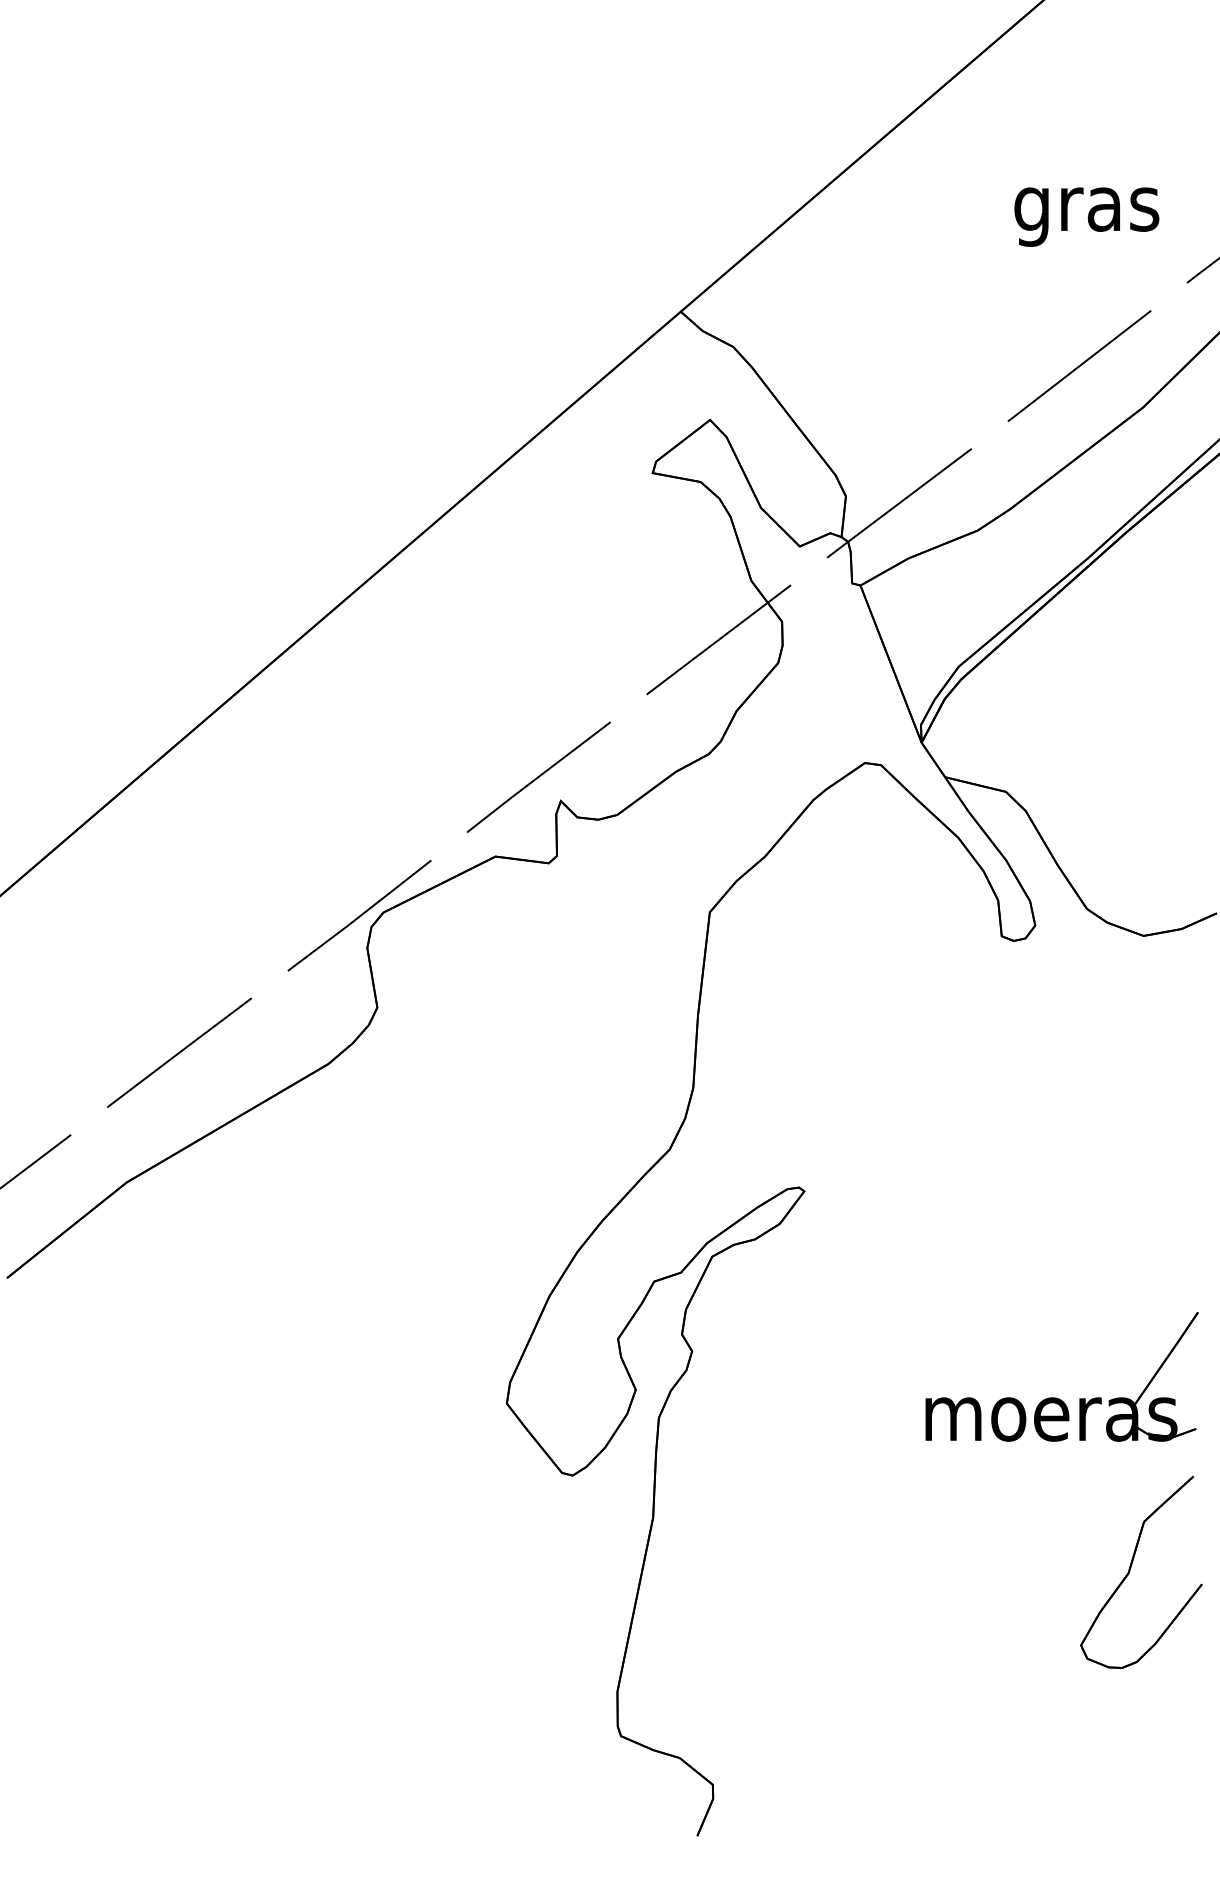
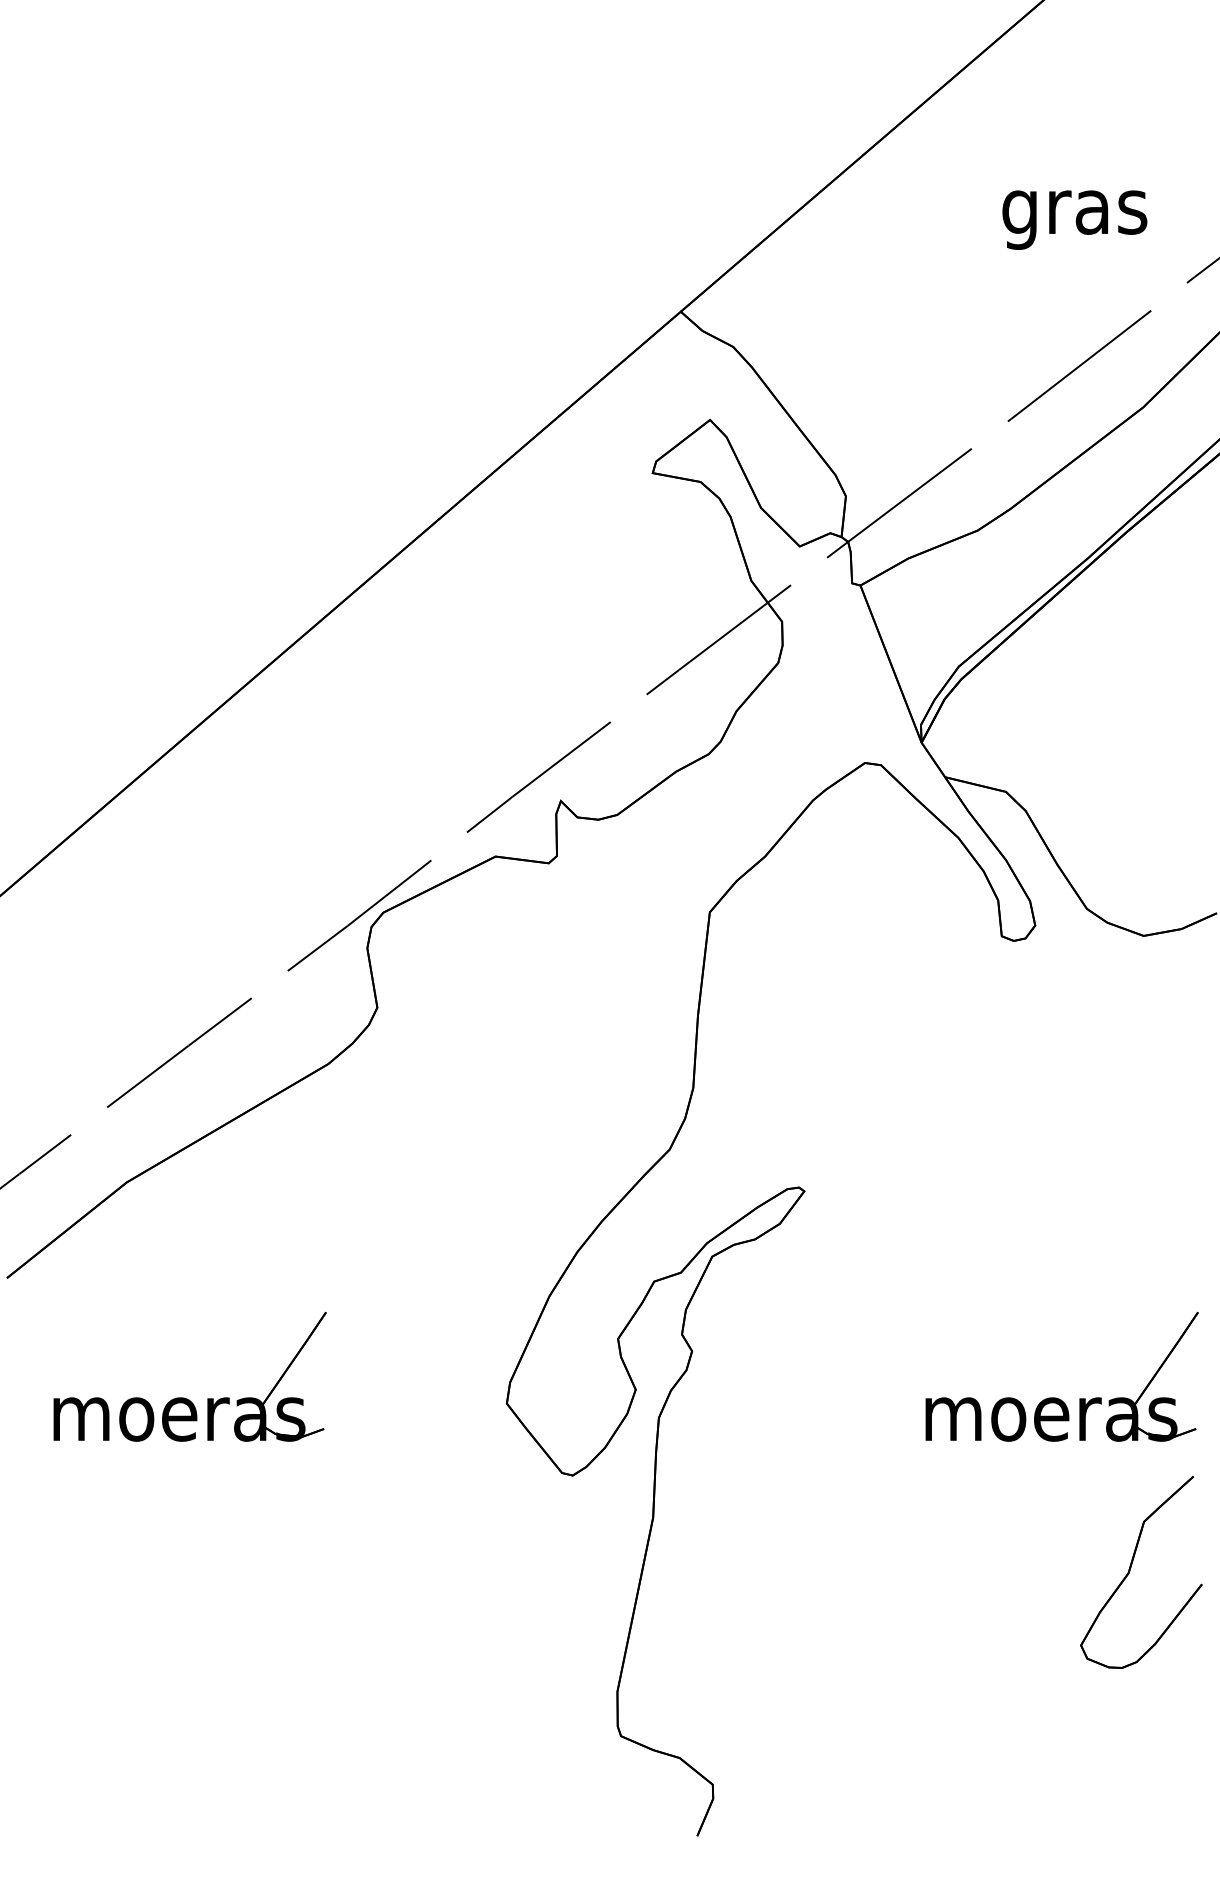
text at (1086, 216) position: (1086, 216) -> (1074, 219)
part at (184, 1397): none -> present
